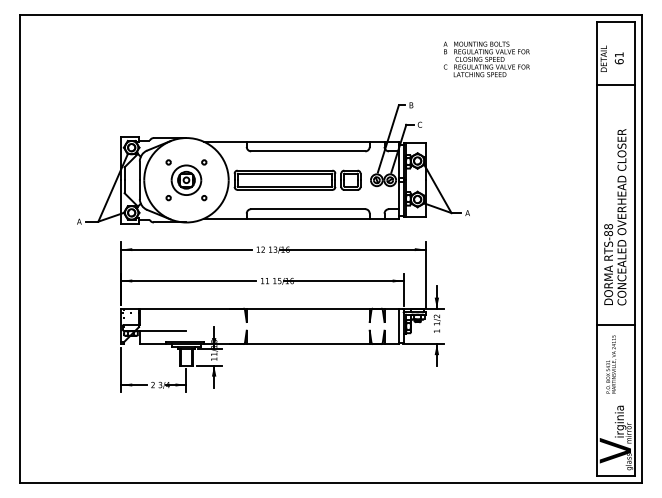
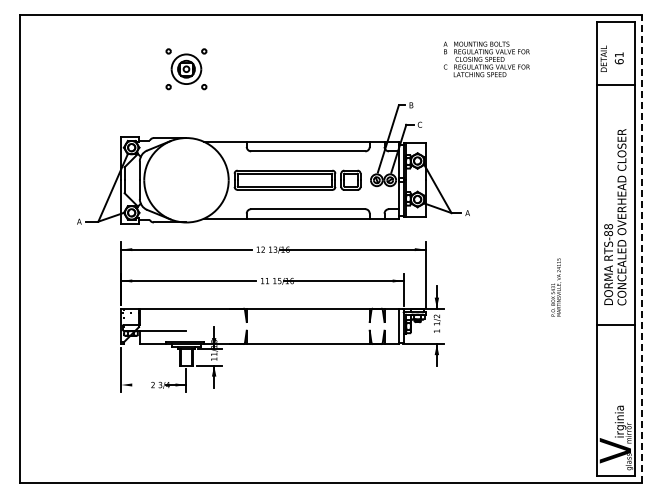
part at (186, 180) position: (186, 180) -> (186, 69)
line at (642, 248): solid -> dashed
text at (611, 364) position: (611, 364) -> (556, 287)
line at (133, 385): present -> none
